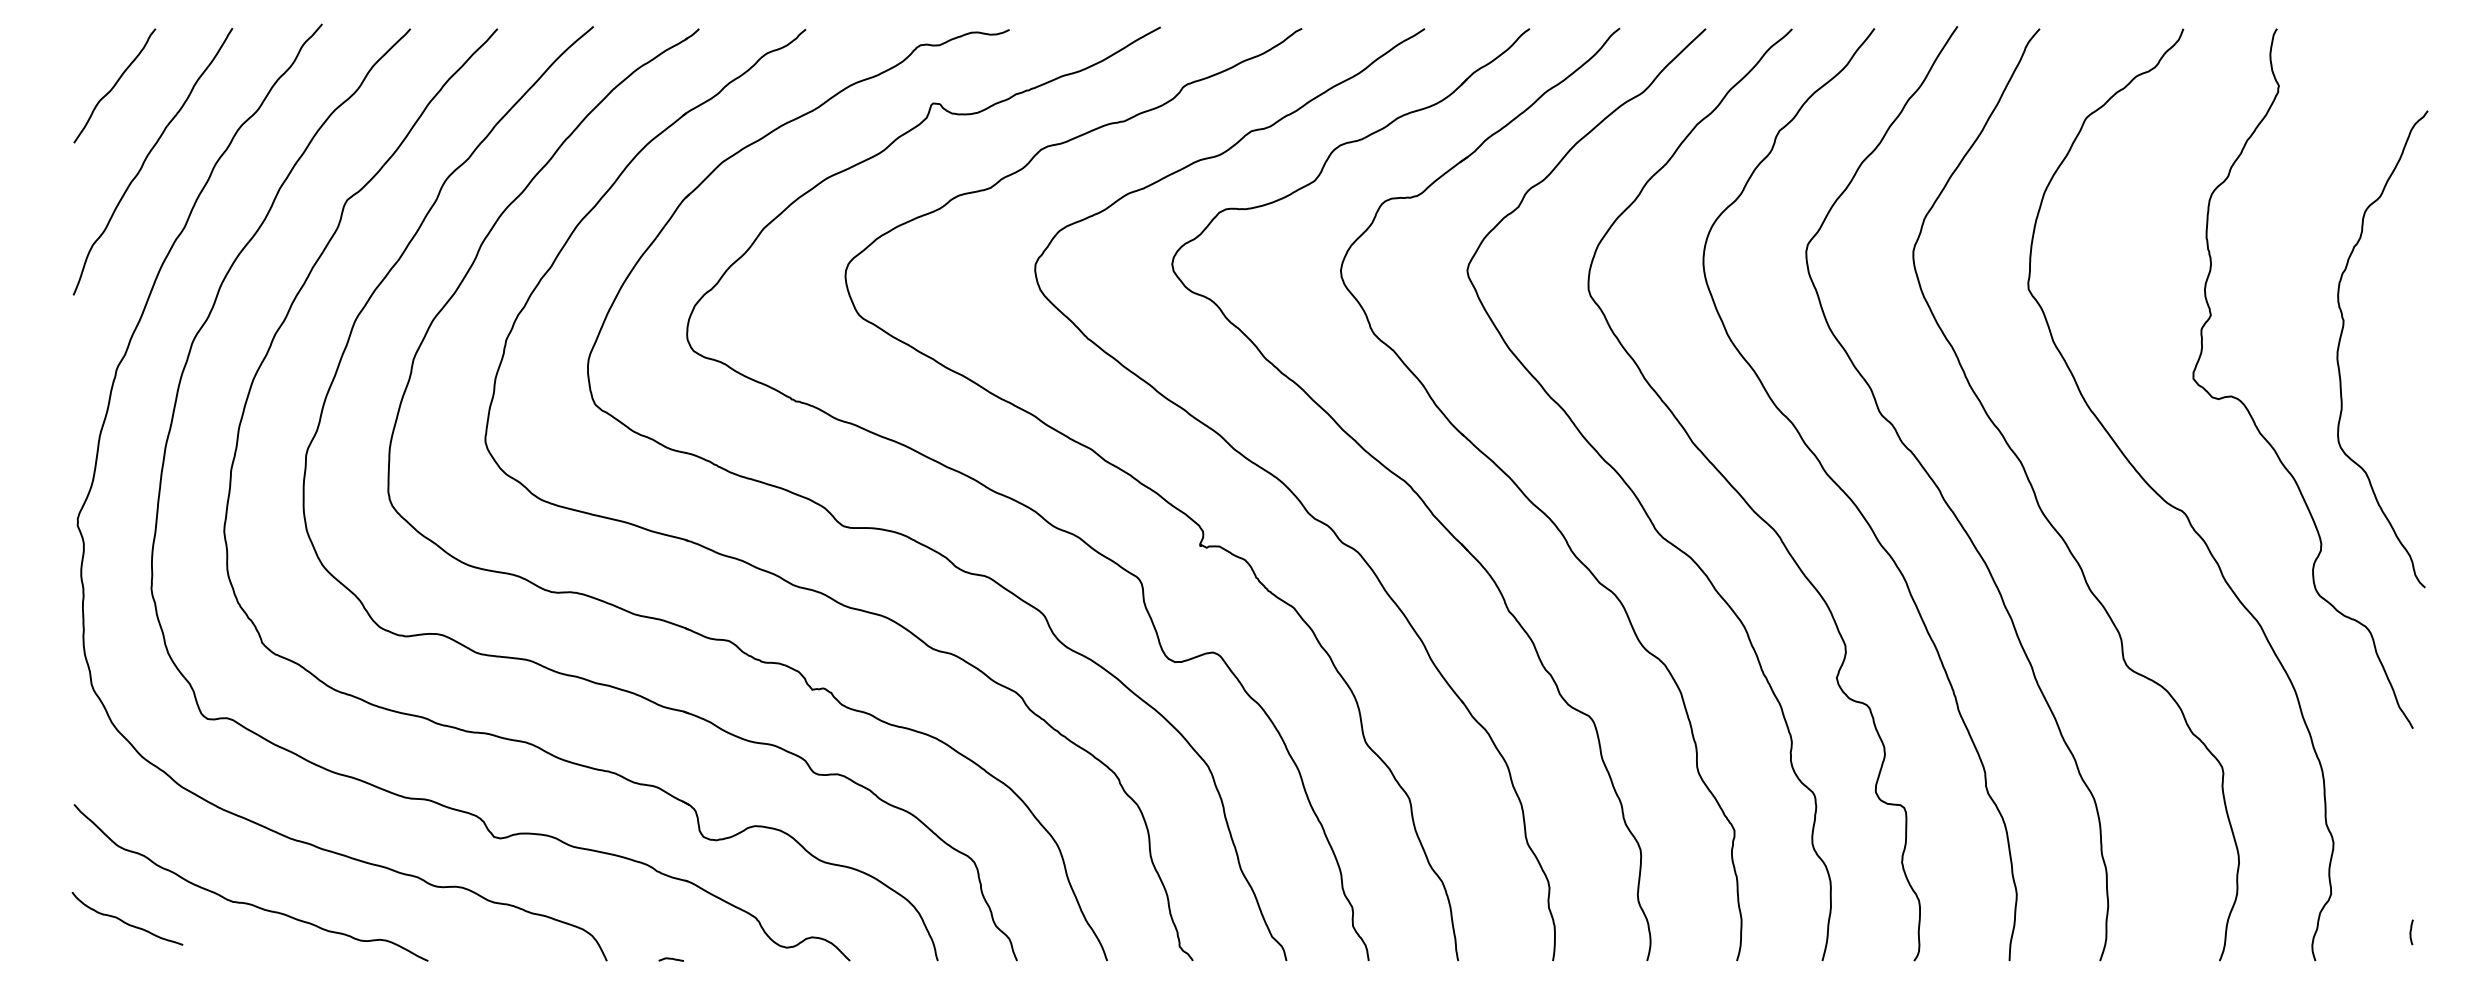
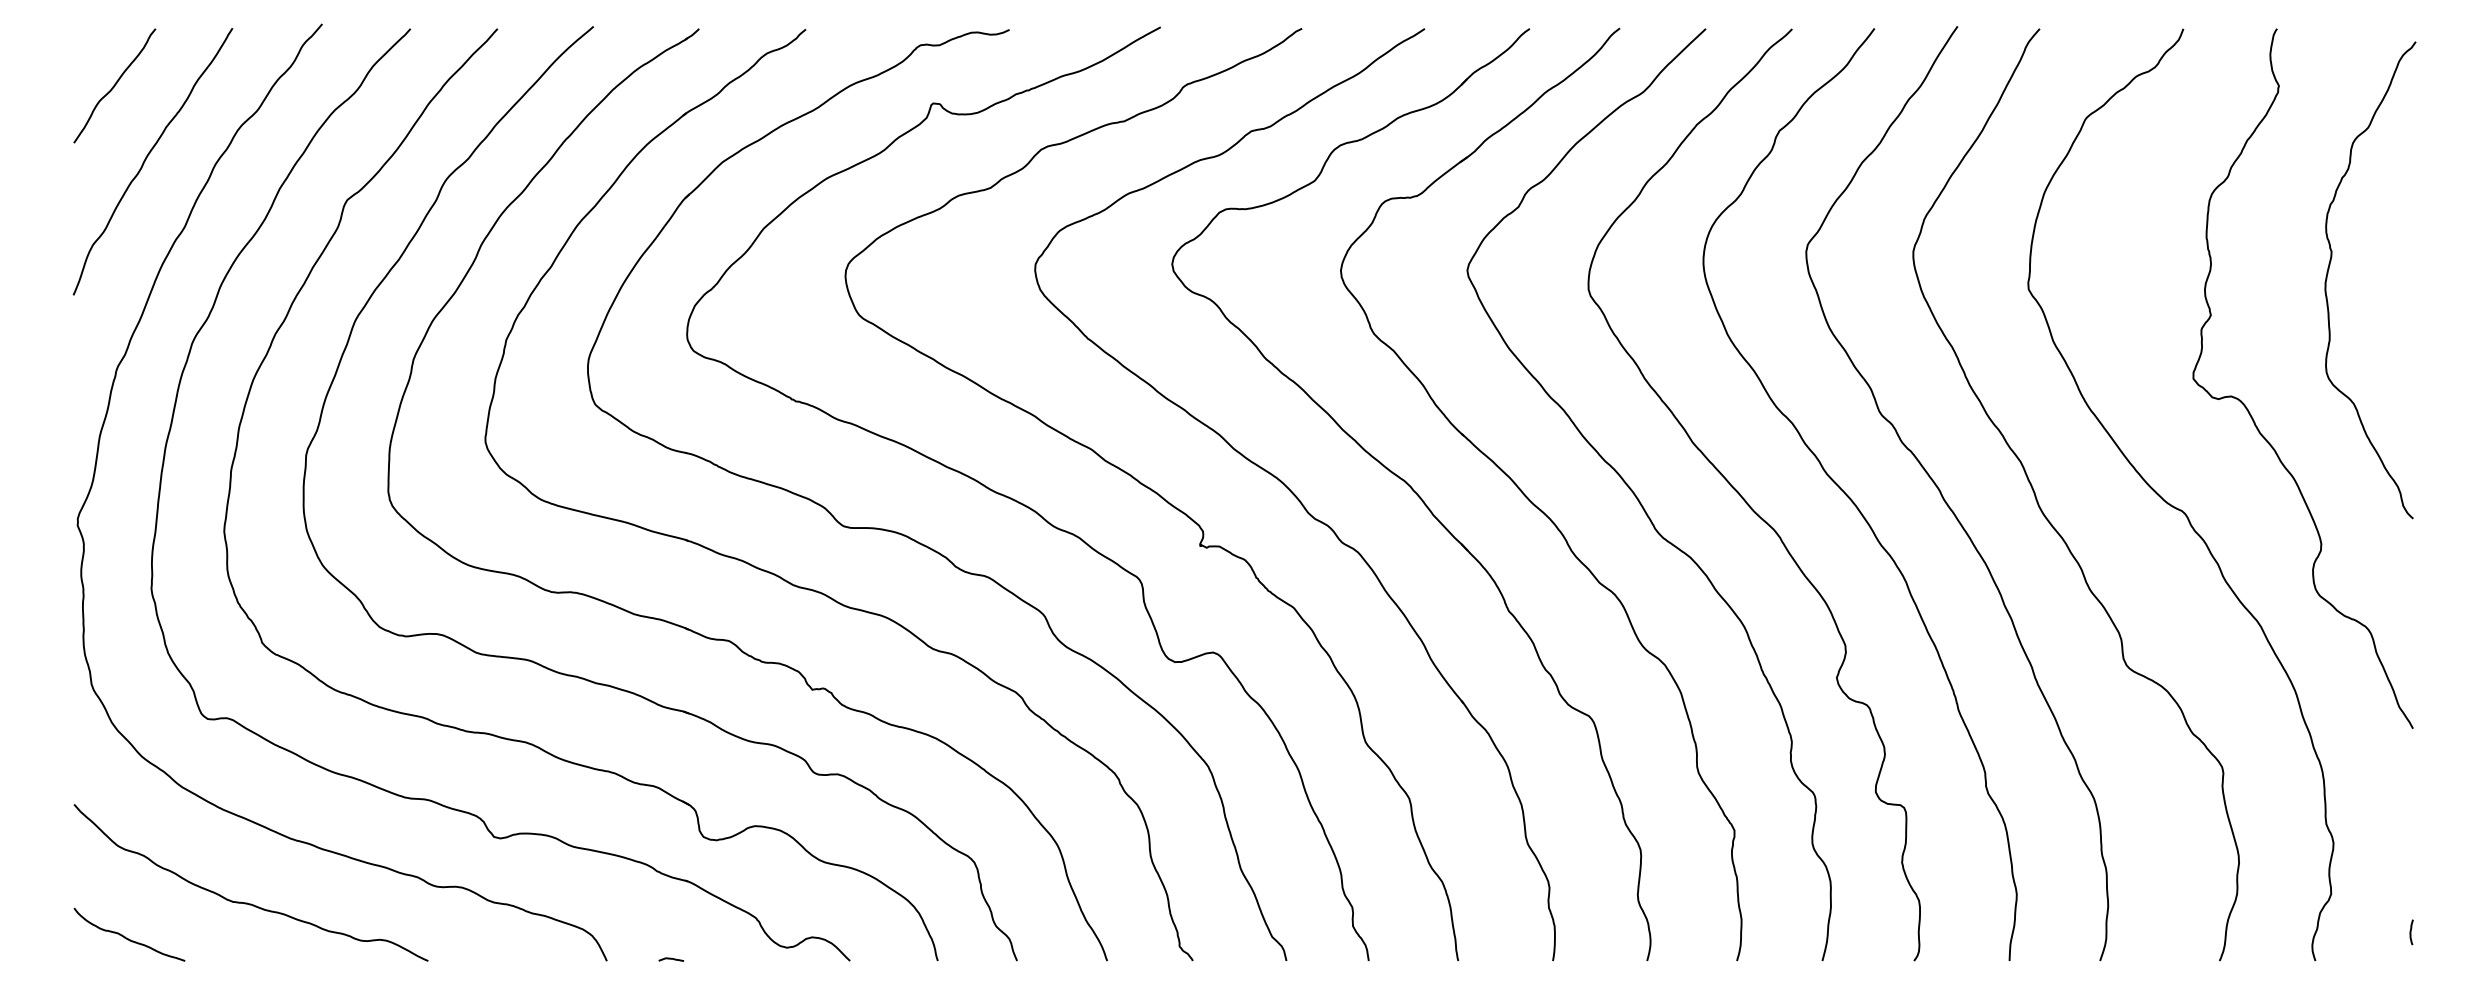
curve at (2340, 343) position: (2340, 343) -> (2328, 274)
curve at (126, 922) position: (126, 922) -> (128, 938)
